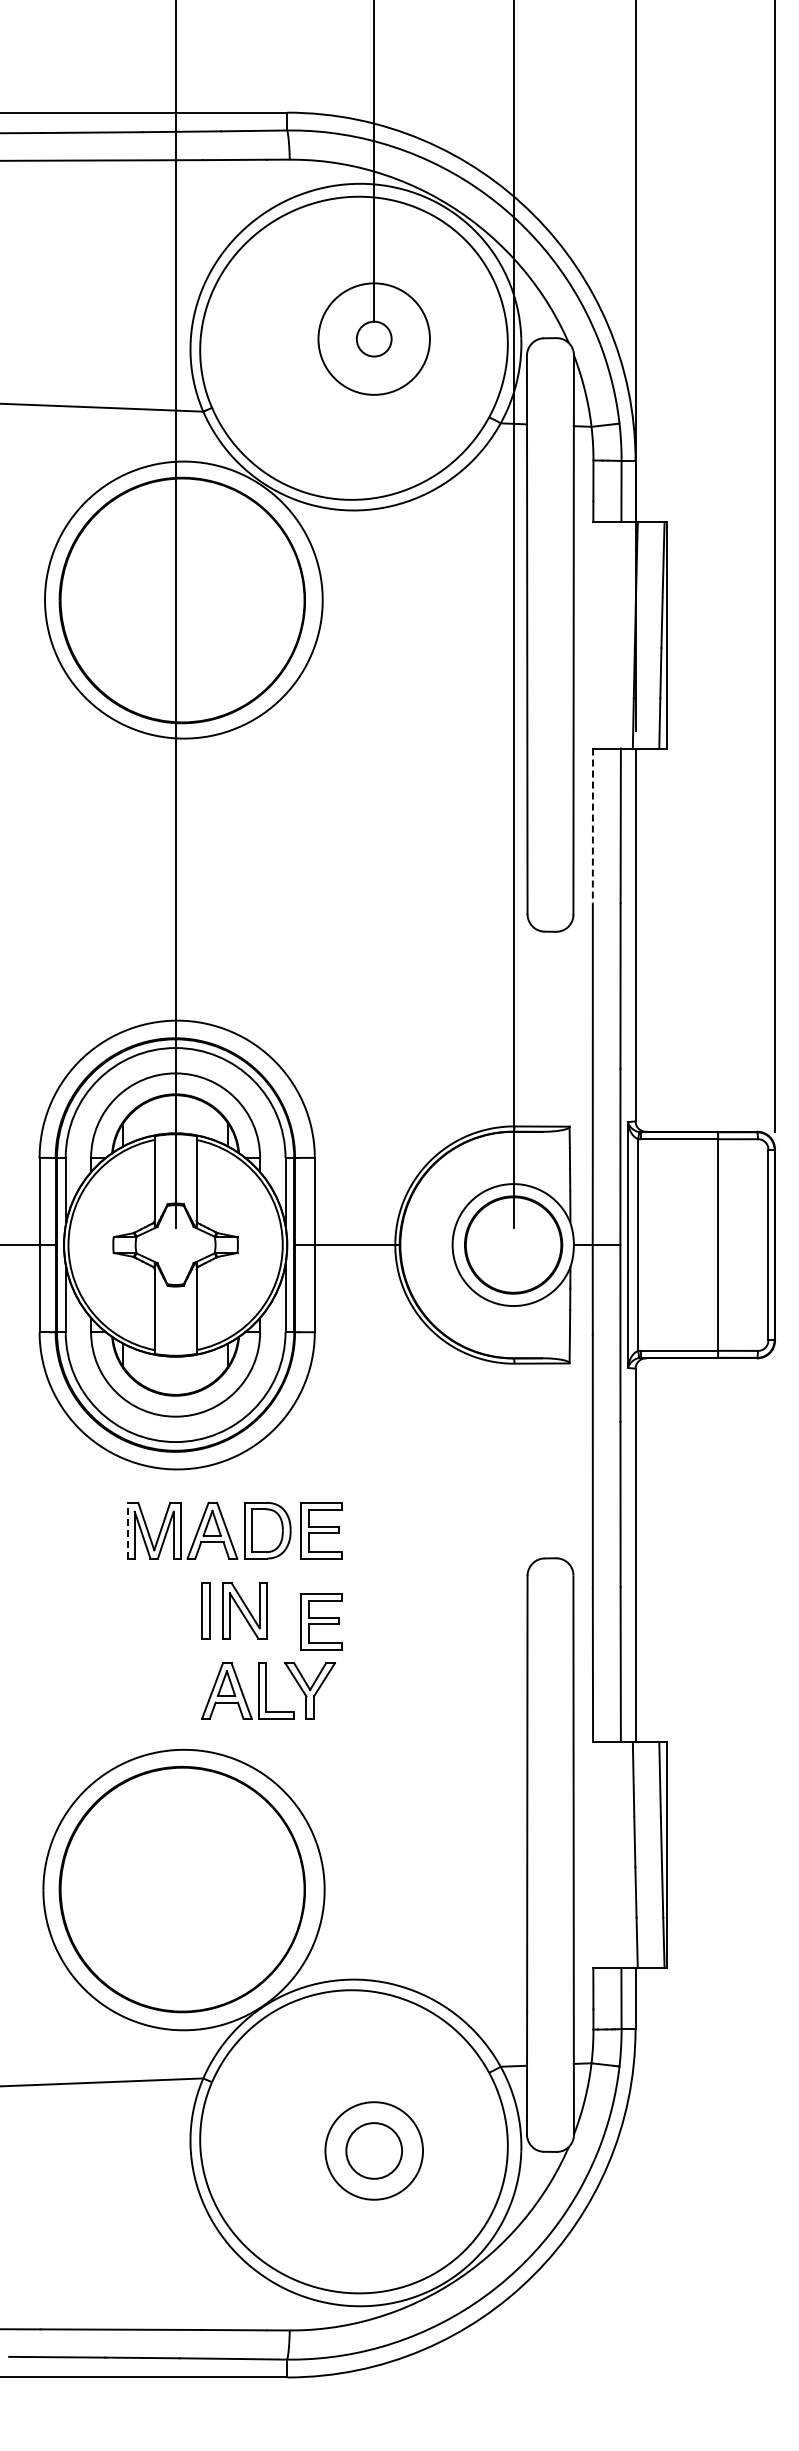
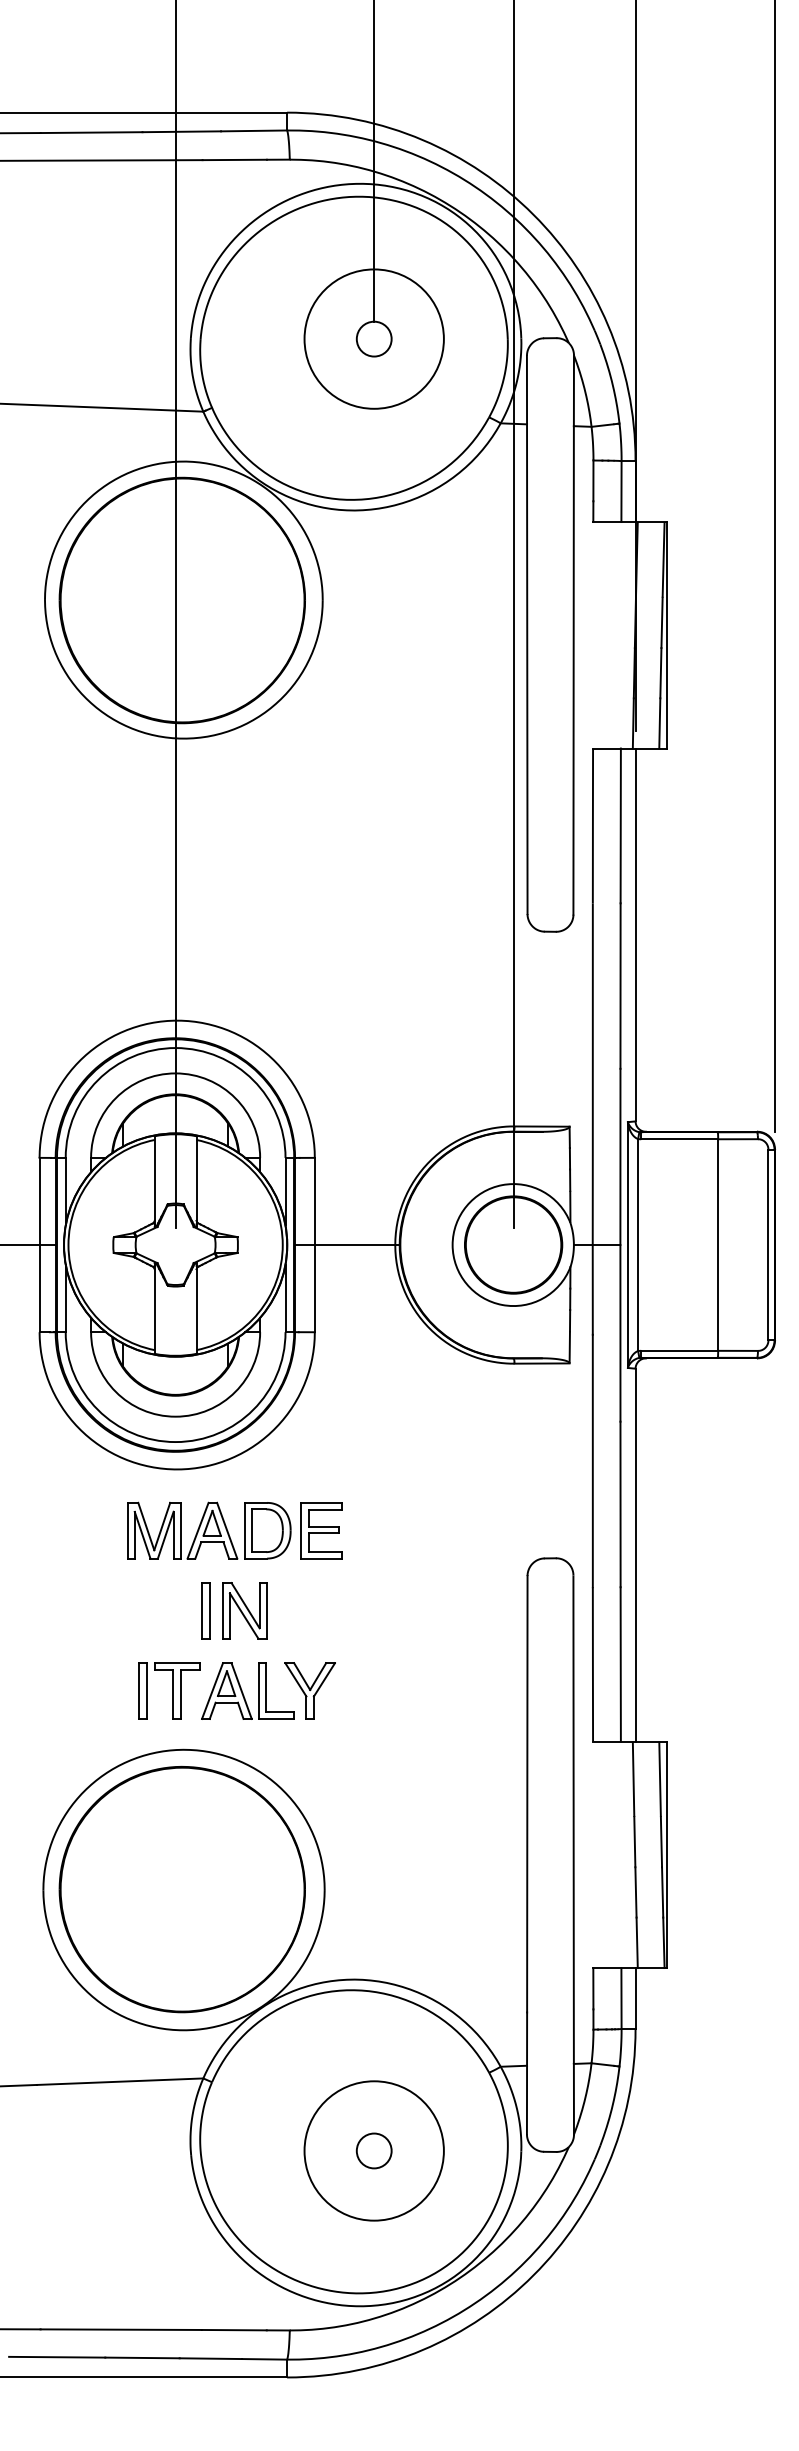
circle at (373, 338) diameter: 111 px -> 139 px
line at (592, 825): dashed -> solid
line at (127, 1530): dashed -> solid
part at (321, 1621): present -> none
part at (169, 1690): none -> present
circle at (374, 2150) diameter: 56 px -> 35 px
circle at (374, 2150) diameter: 98 px -> 139 px
